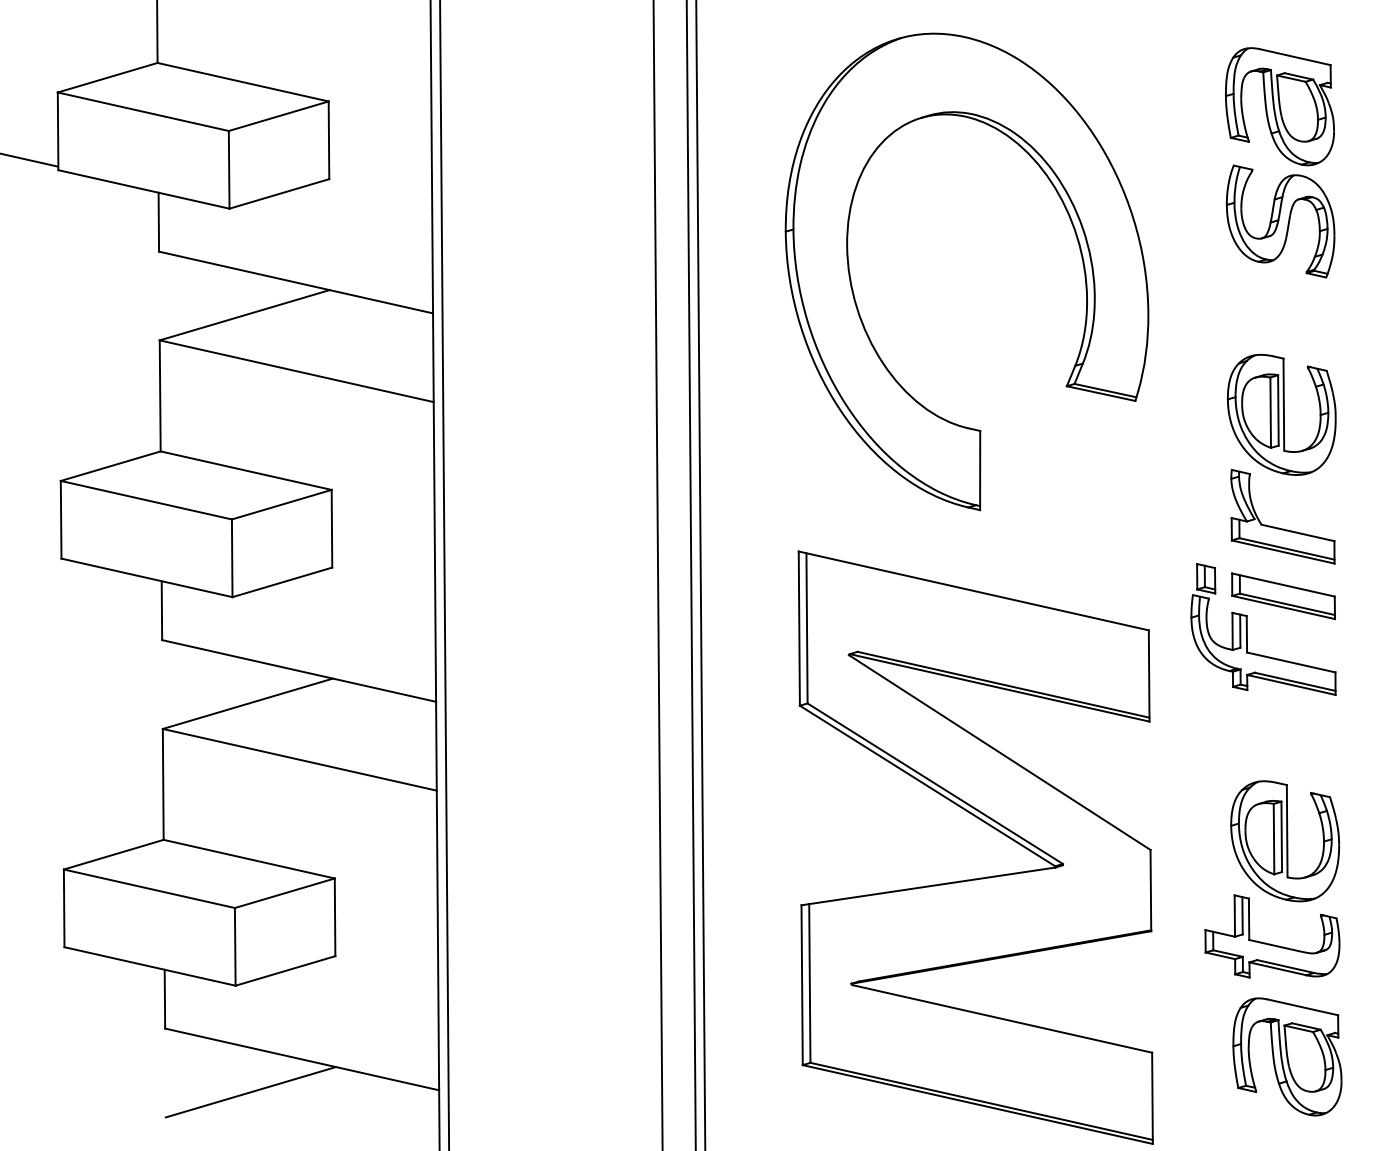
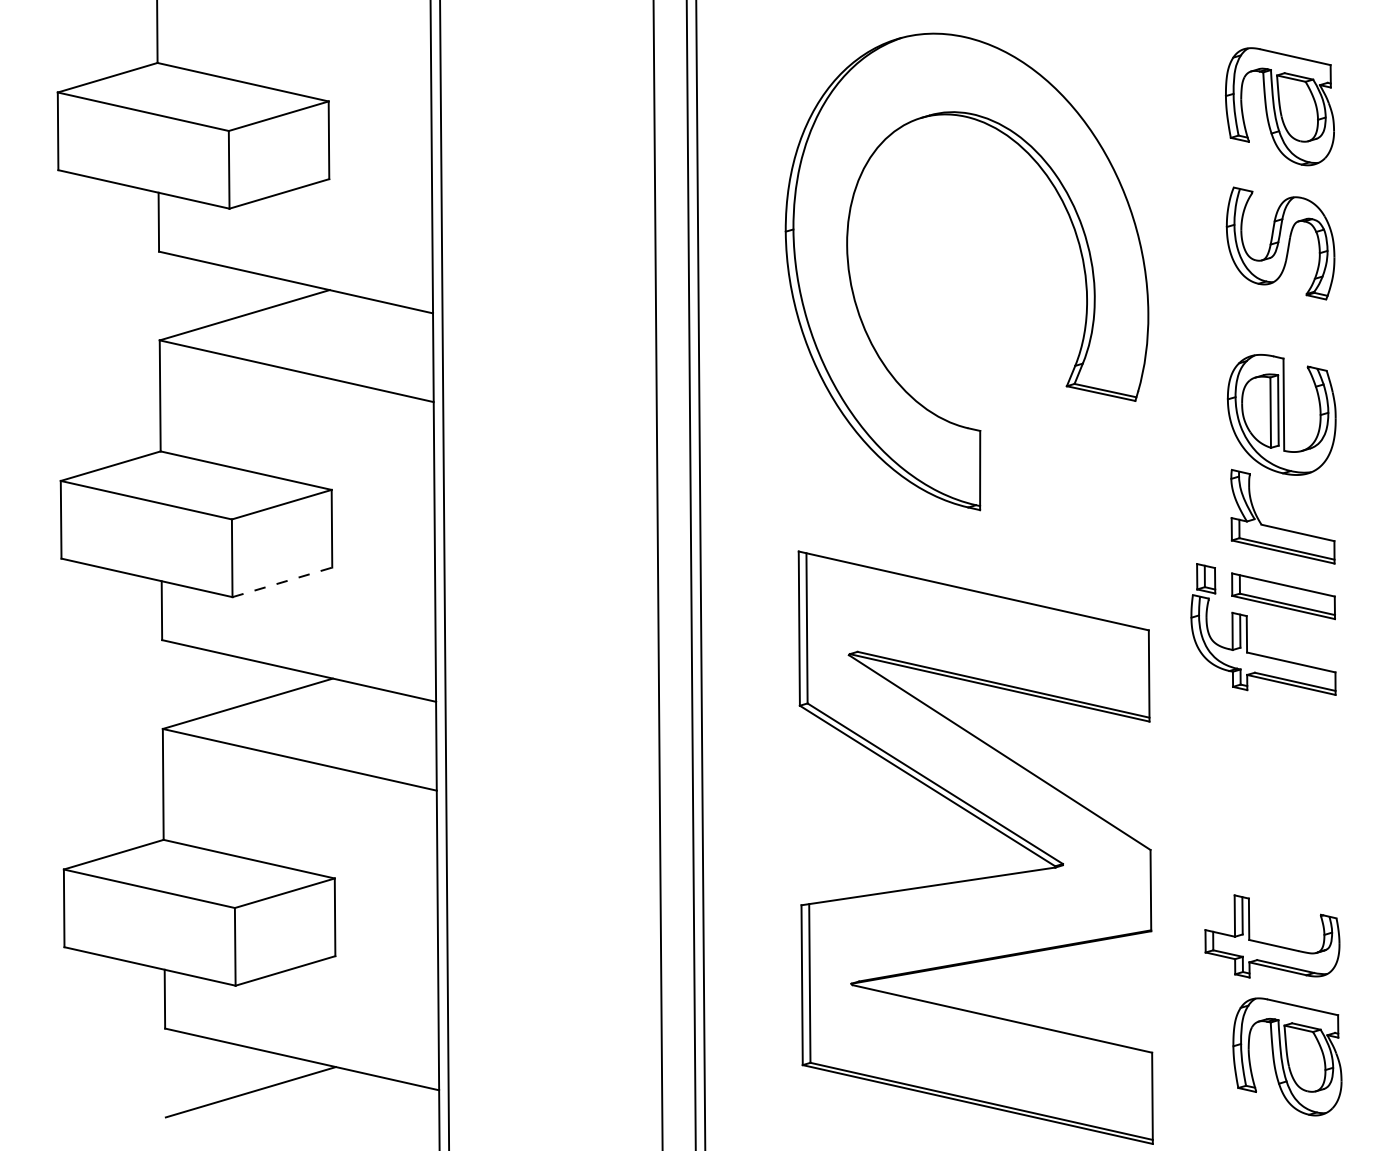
line at (30, 160): present -> none
part at (1280, 221) position: (1280, 221) -> (1280, 243)
line at (282, 582): solid -> dashed
part at (1284, 841): present -> none
